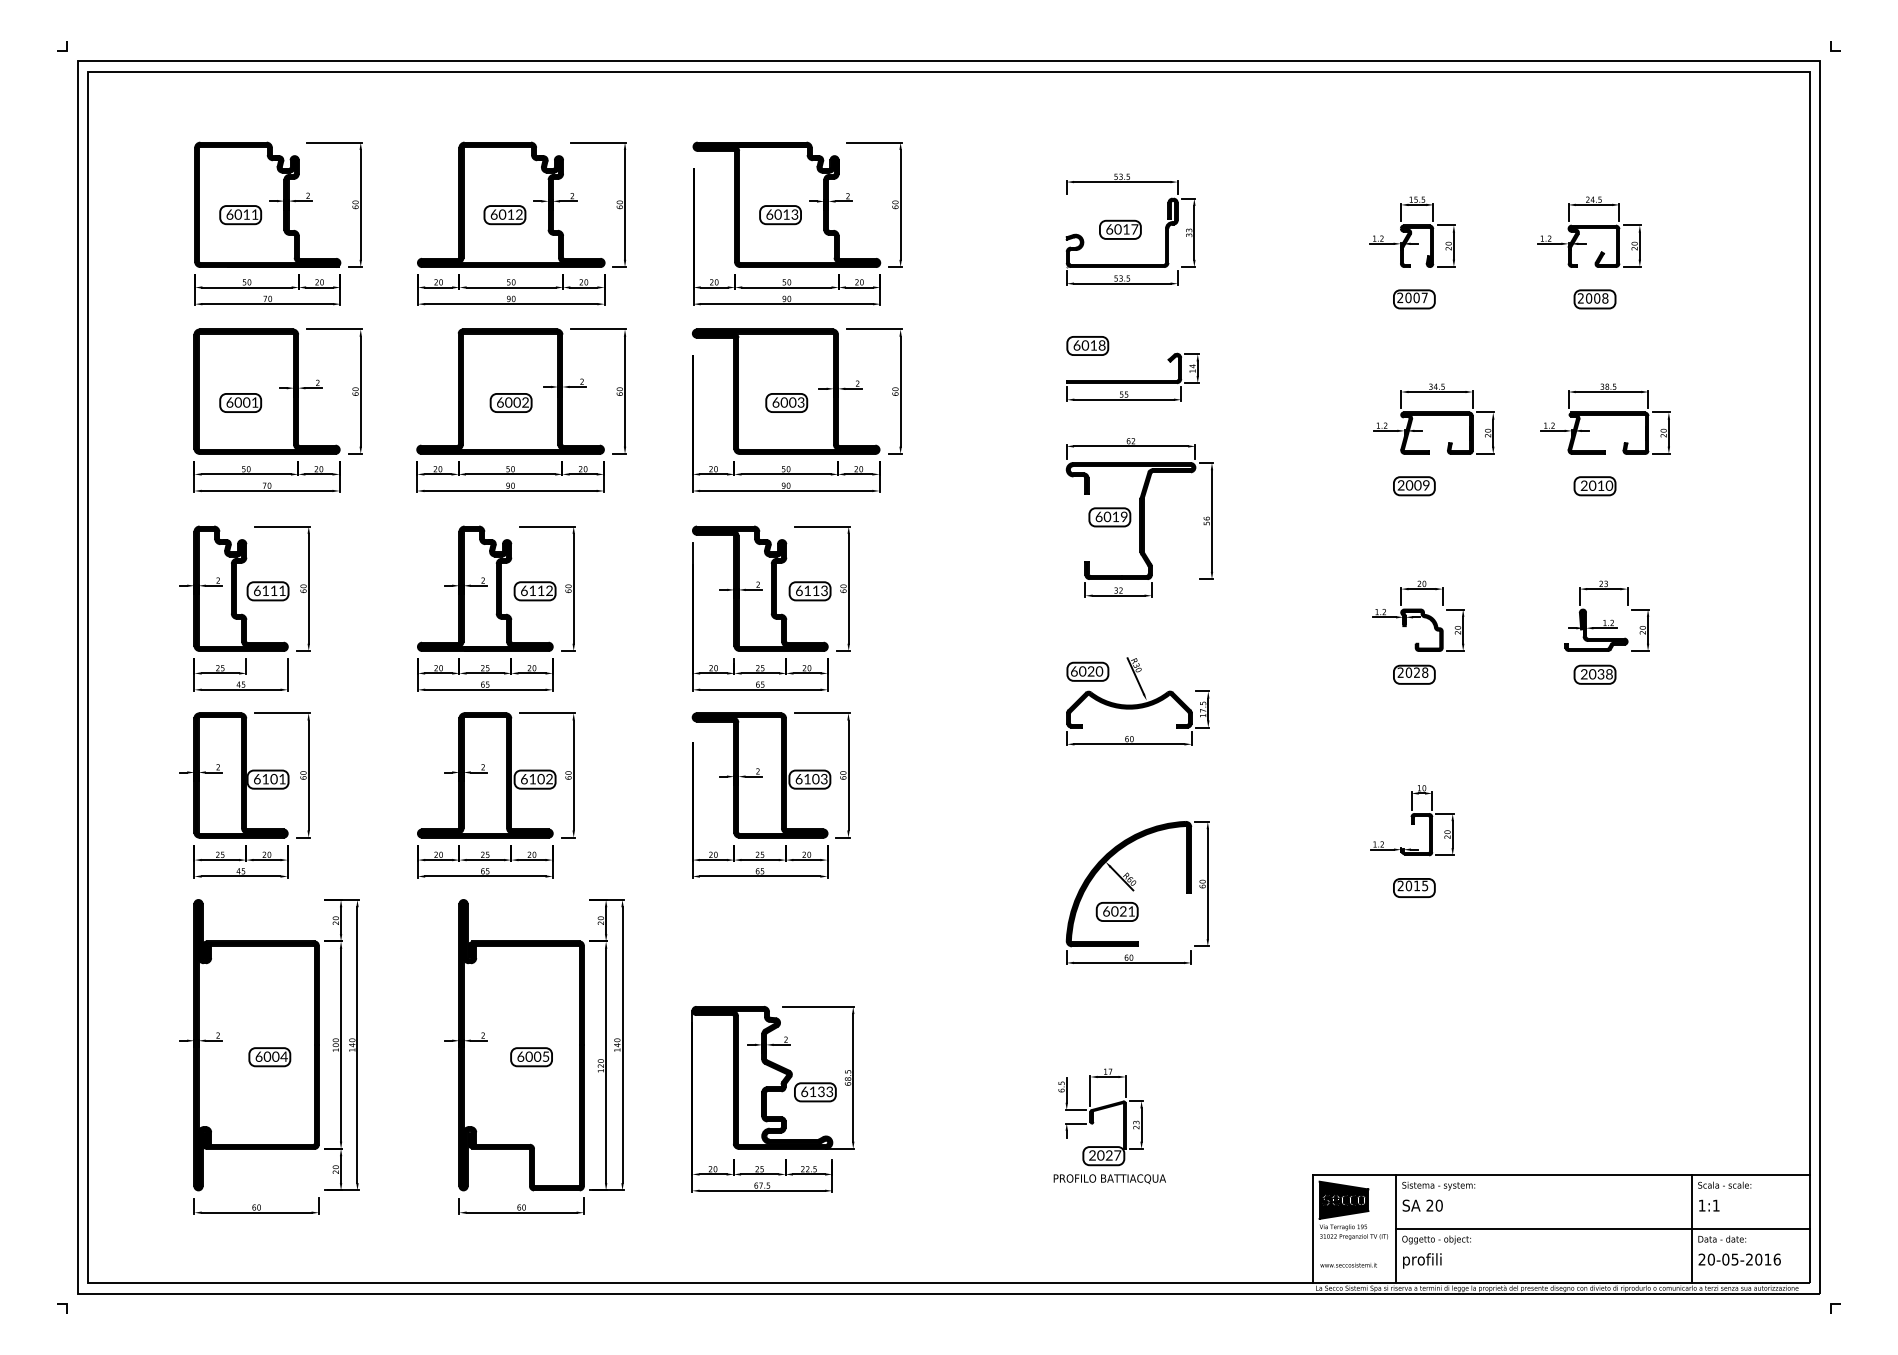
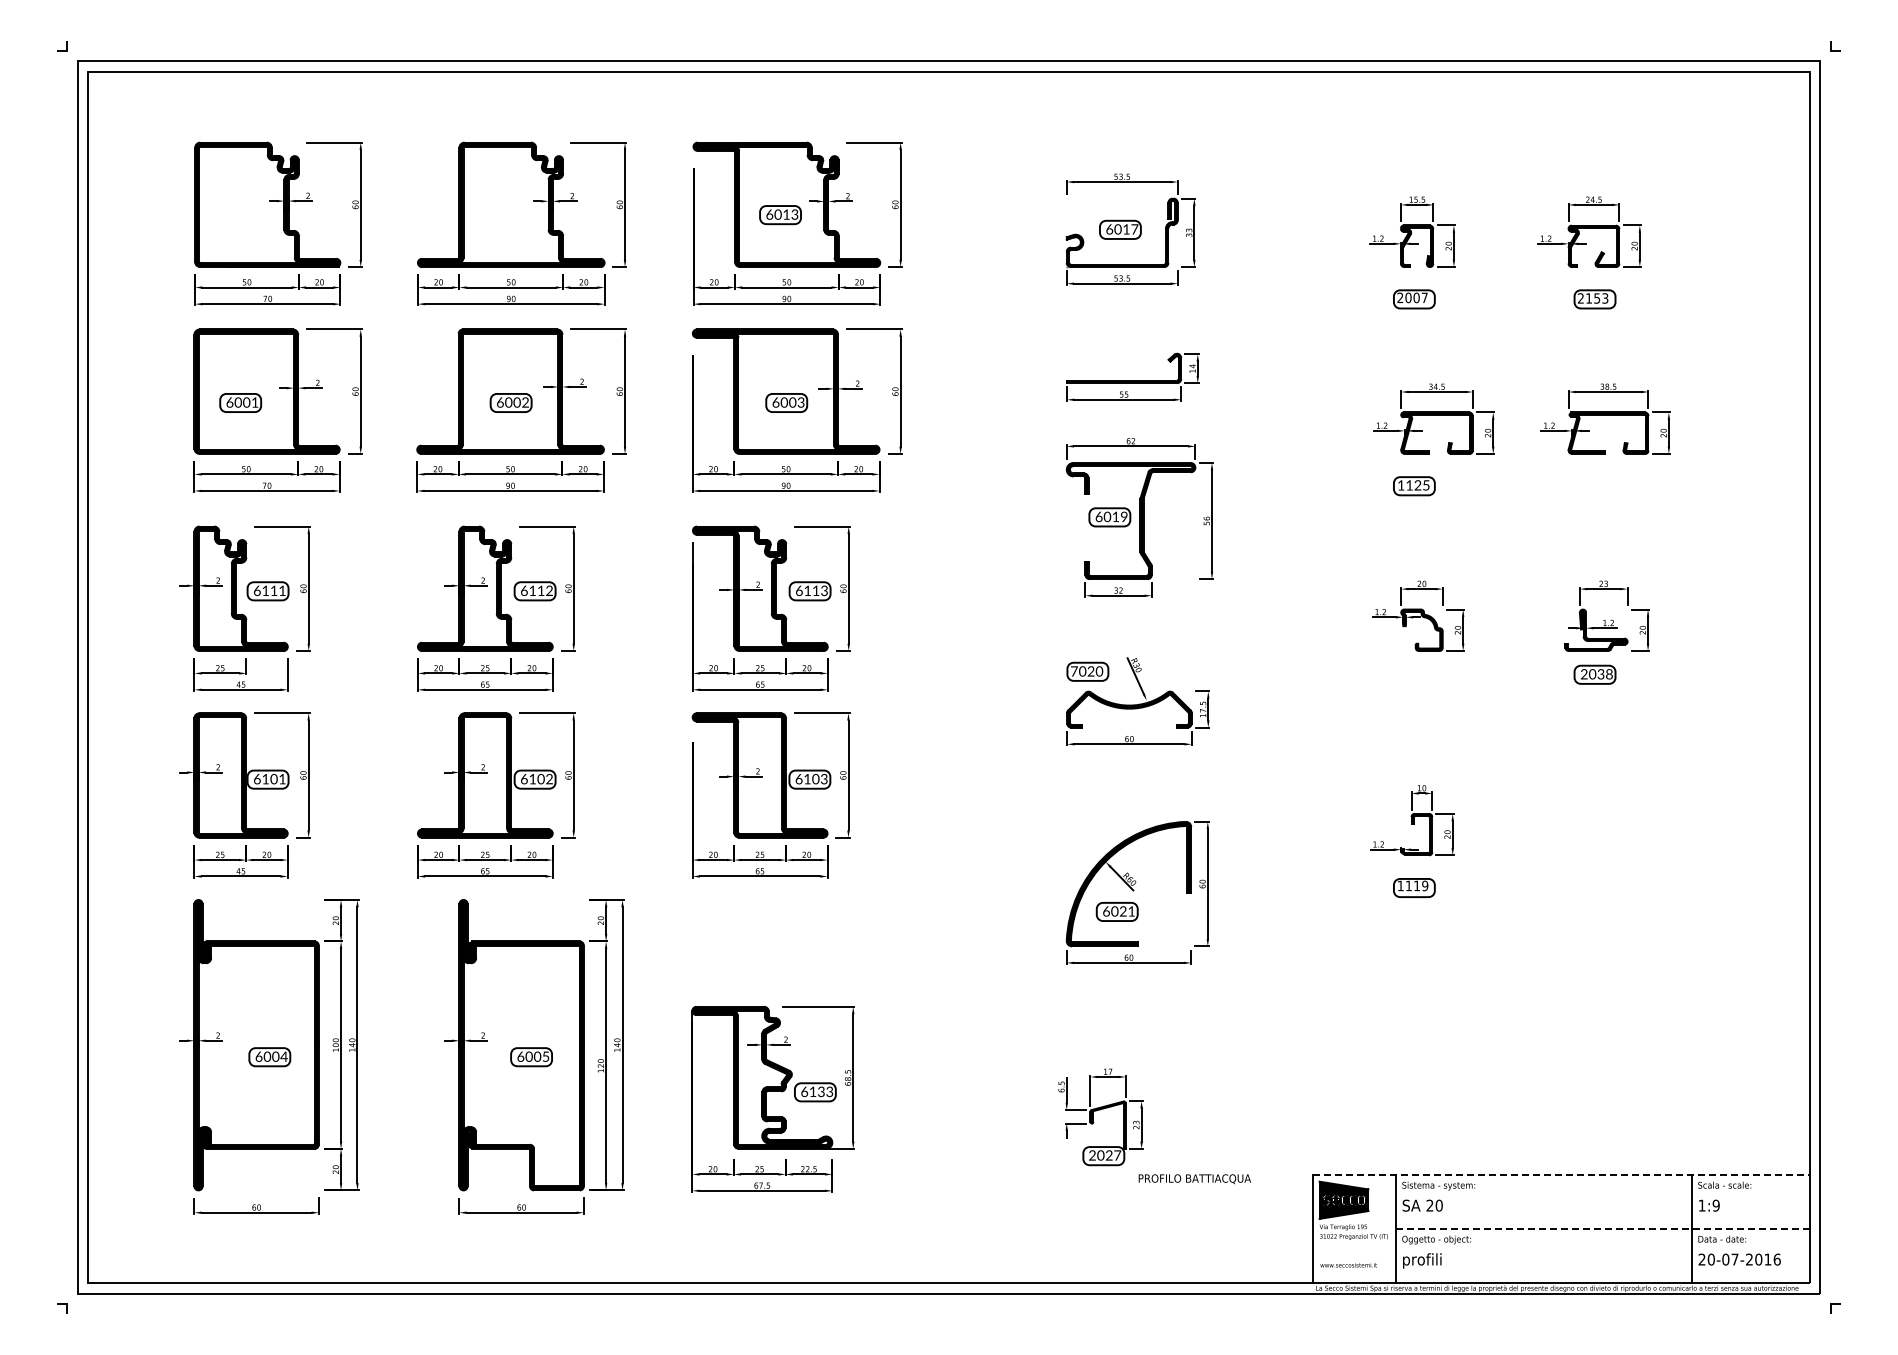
part at (240, 215): present -> none
part at (504, 215): present -> none
text at (1596, 298): 2008 -> 2153
part at (1087, 345): present -> none
text at (1413, 485): 2009 -> 1125
part at (1594, 486): present -> none
text at (1074, 671): 6020 -> 7020
part at (1414, 674): present -> none
text at (1412, 885): 2015 -> 1119
line at (1561, 1175): solid -> dashed
text at (1109, 1179) position: (1109, 1179) -> (1194, 1179)
text at (1715, 1205): 1:1 -> 1:9
line at (1603, 1229): solid -> dashed
text at (1734, 1259): 20-05-2016 -> 20-07-2016
